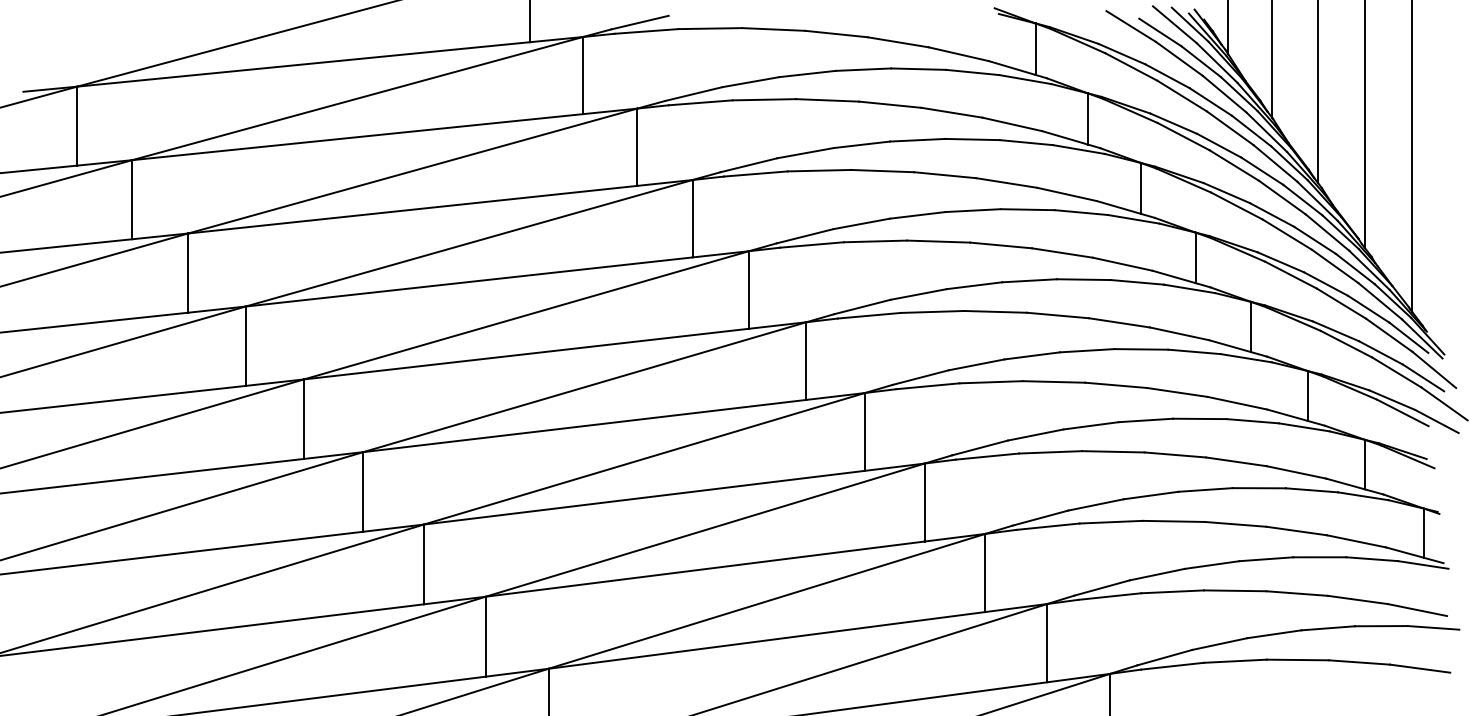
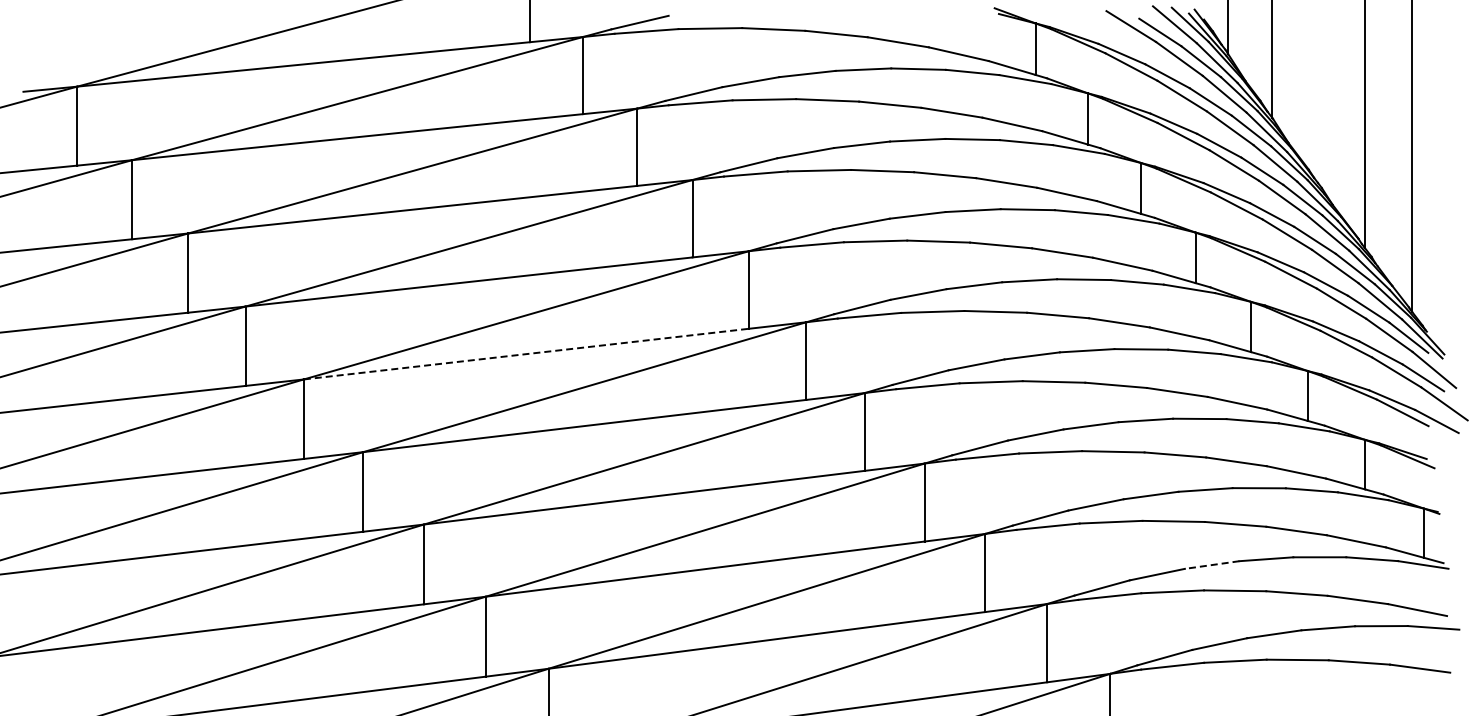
line at (1317, 92): present -> none
line at (526, 354): solid -> dashed
line at (1212, 565): solid -> dashed
